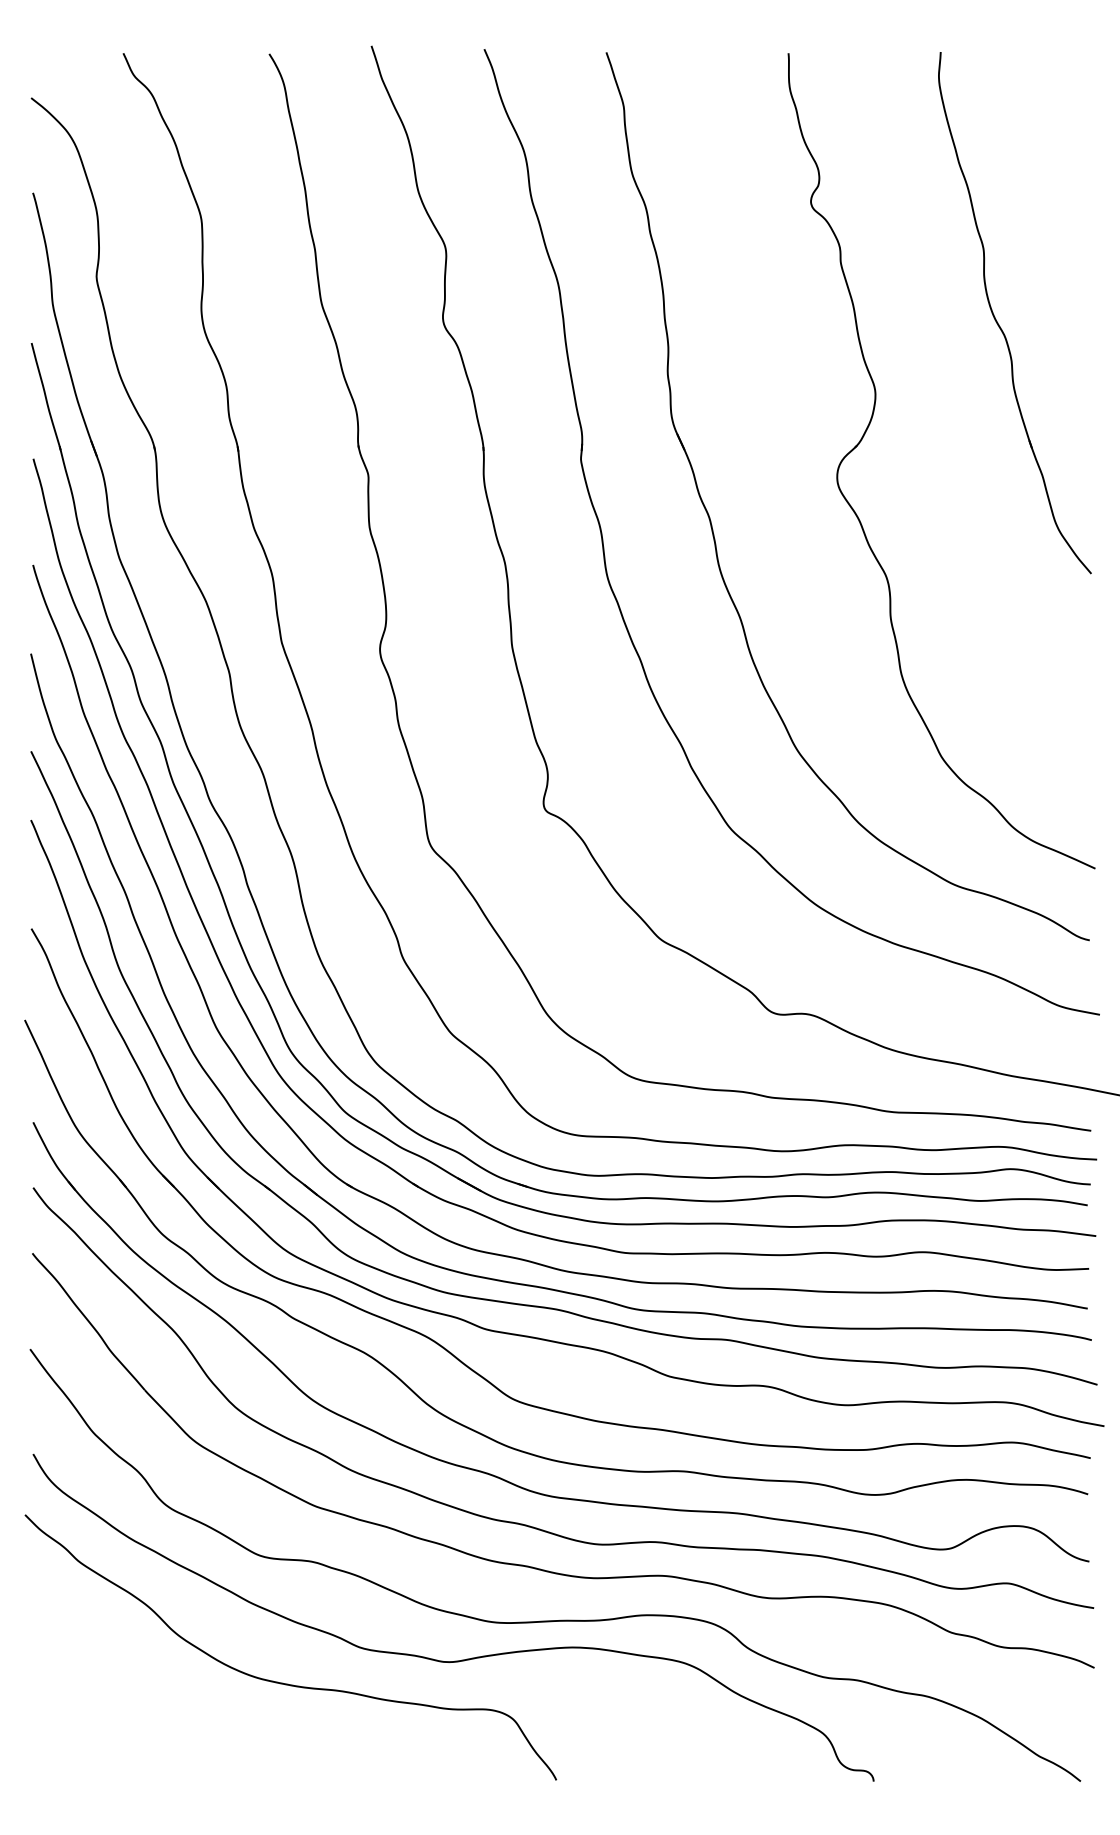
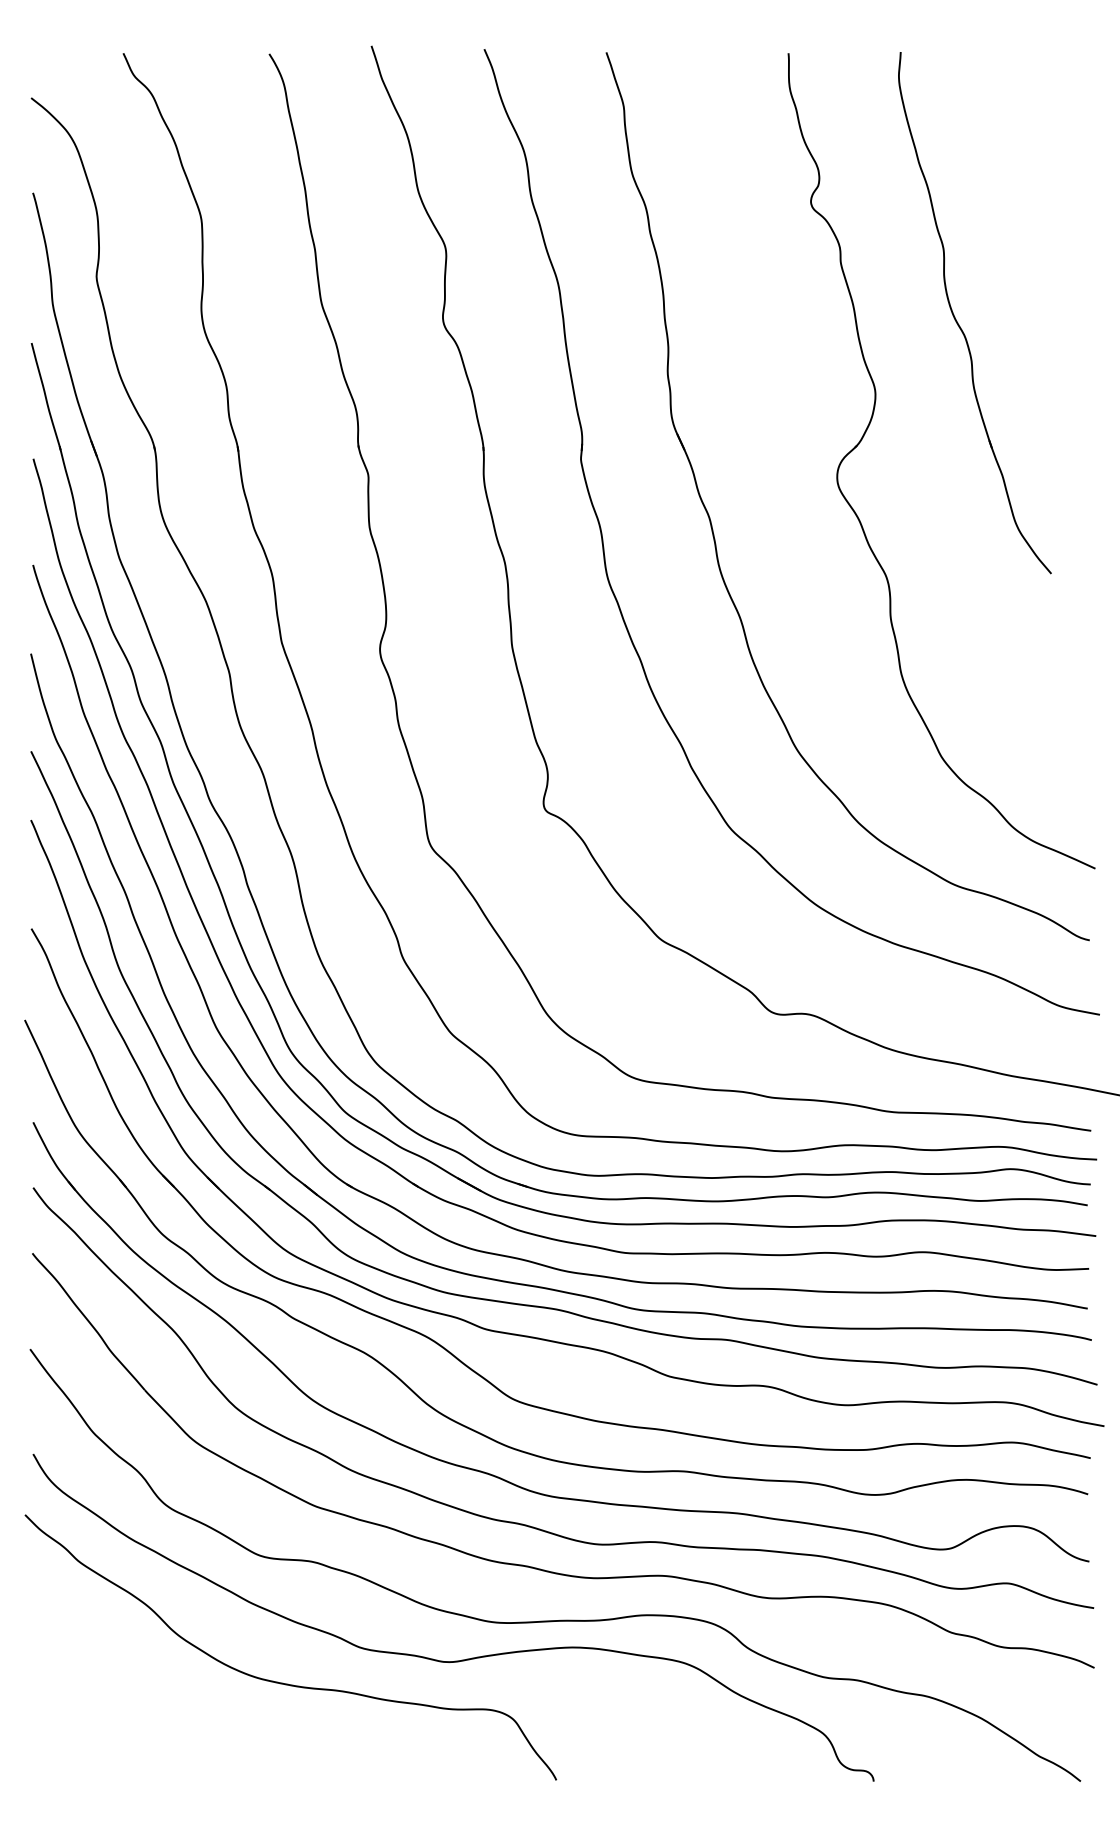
part at (998, 322) position: (998, 322) -> (958, 322)
